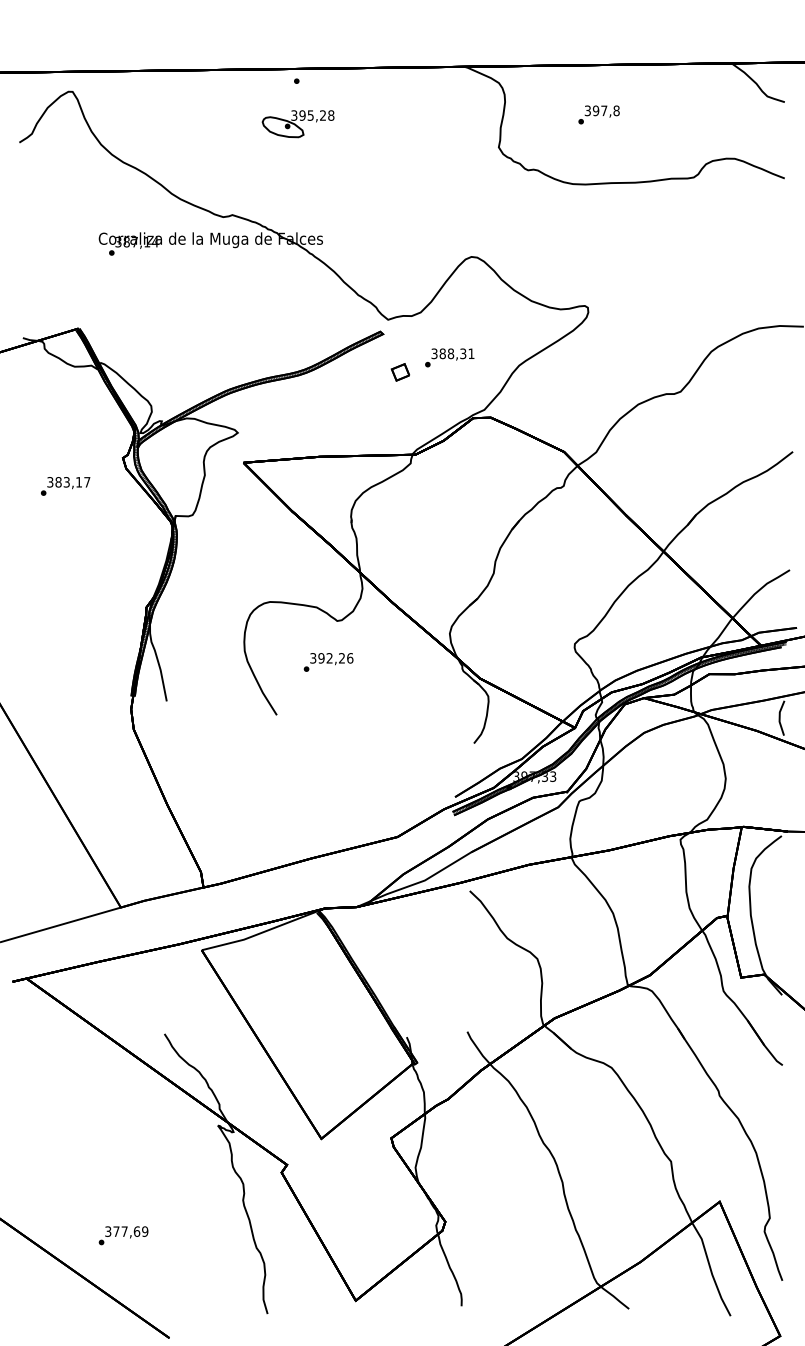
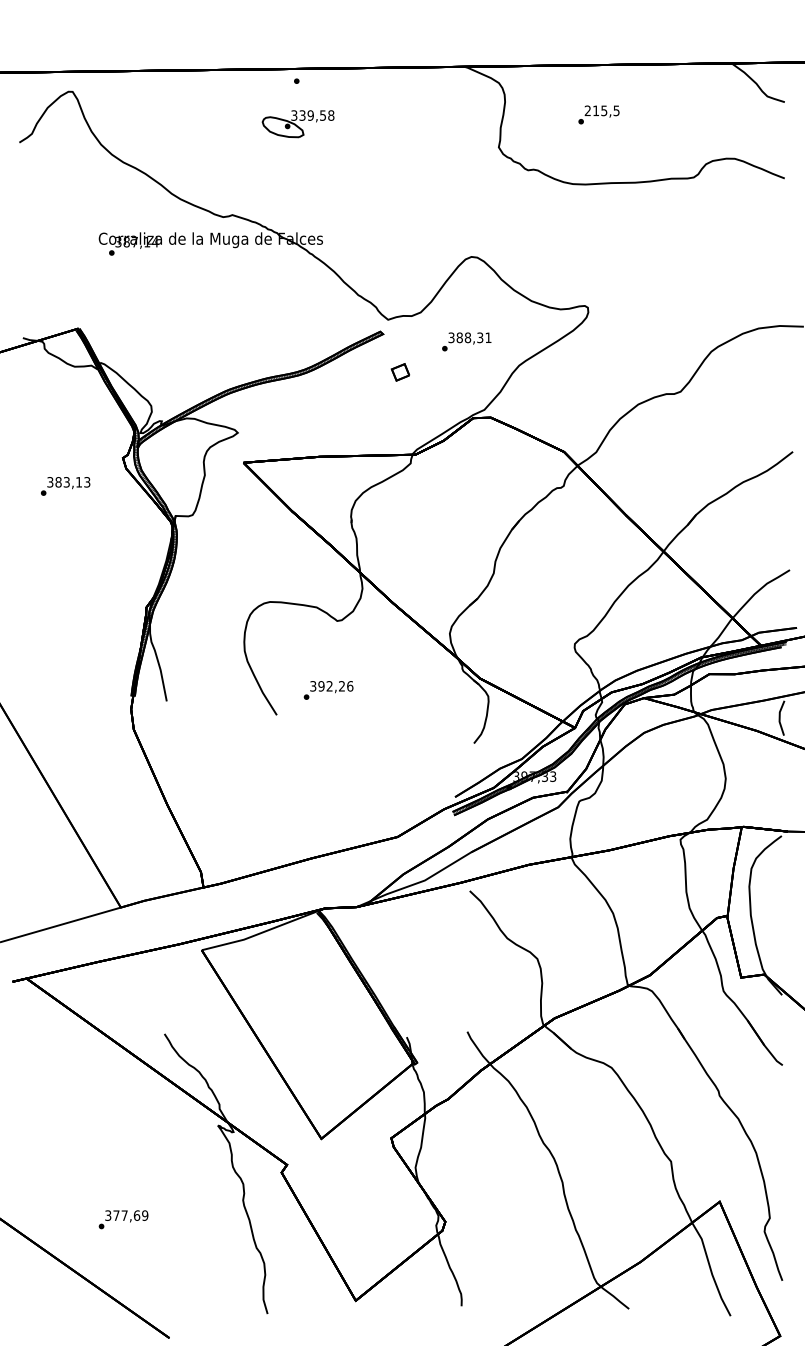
text at (601, 110): 397,8 -> 215,5
text at (312, 115): 395,28 -> 339,58
text at (449, 357) position: (449, 357) -> (466, 341)
text at (87, 482): 383,17 -> 383,13
text at (328, 662) position: (328, 662) -> (328, 690)
text at (123, 1235) position: (123, 1235) -> (123, 1219)
